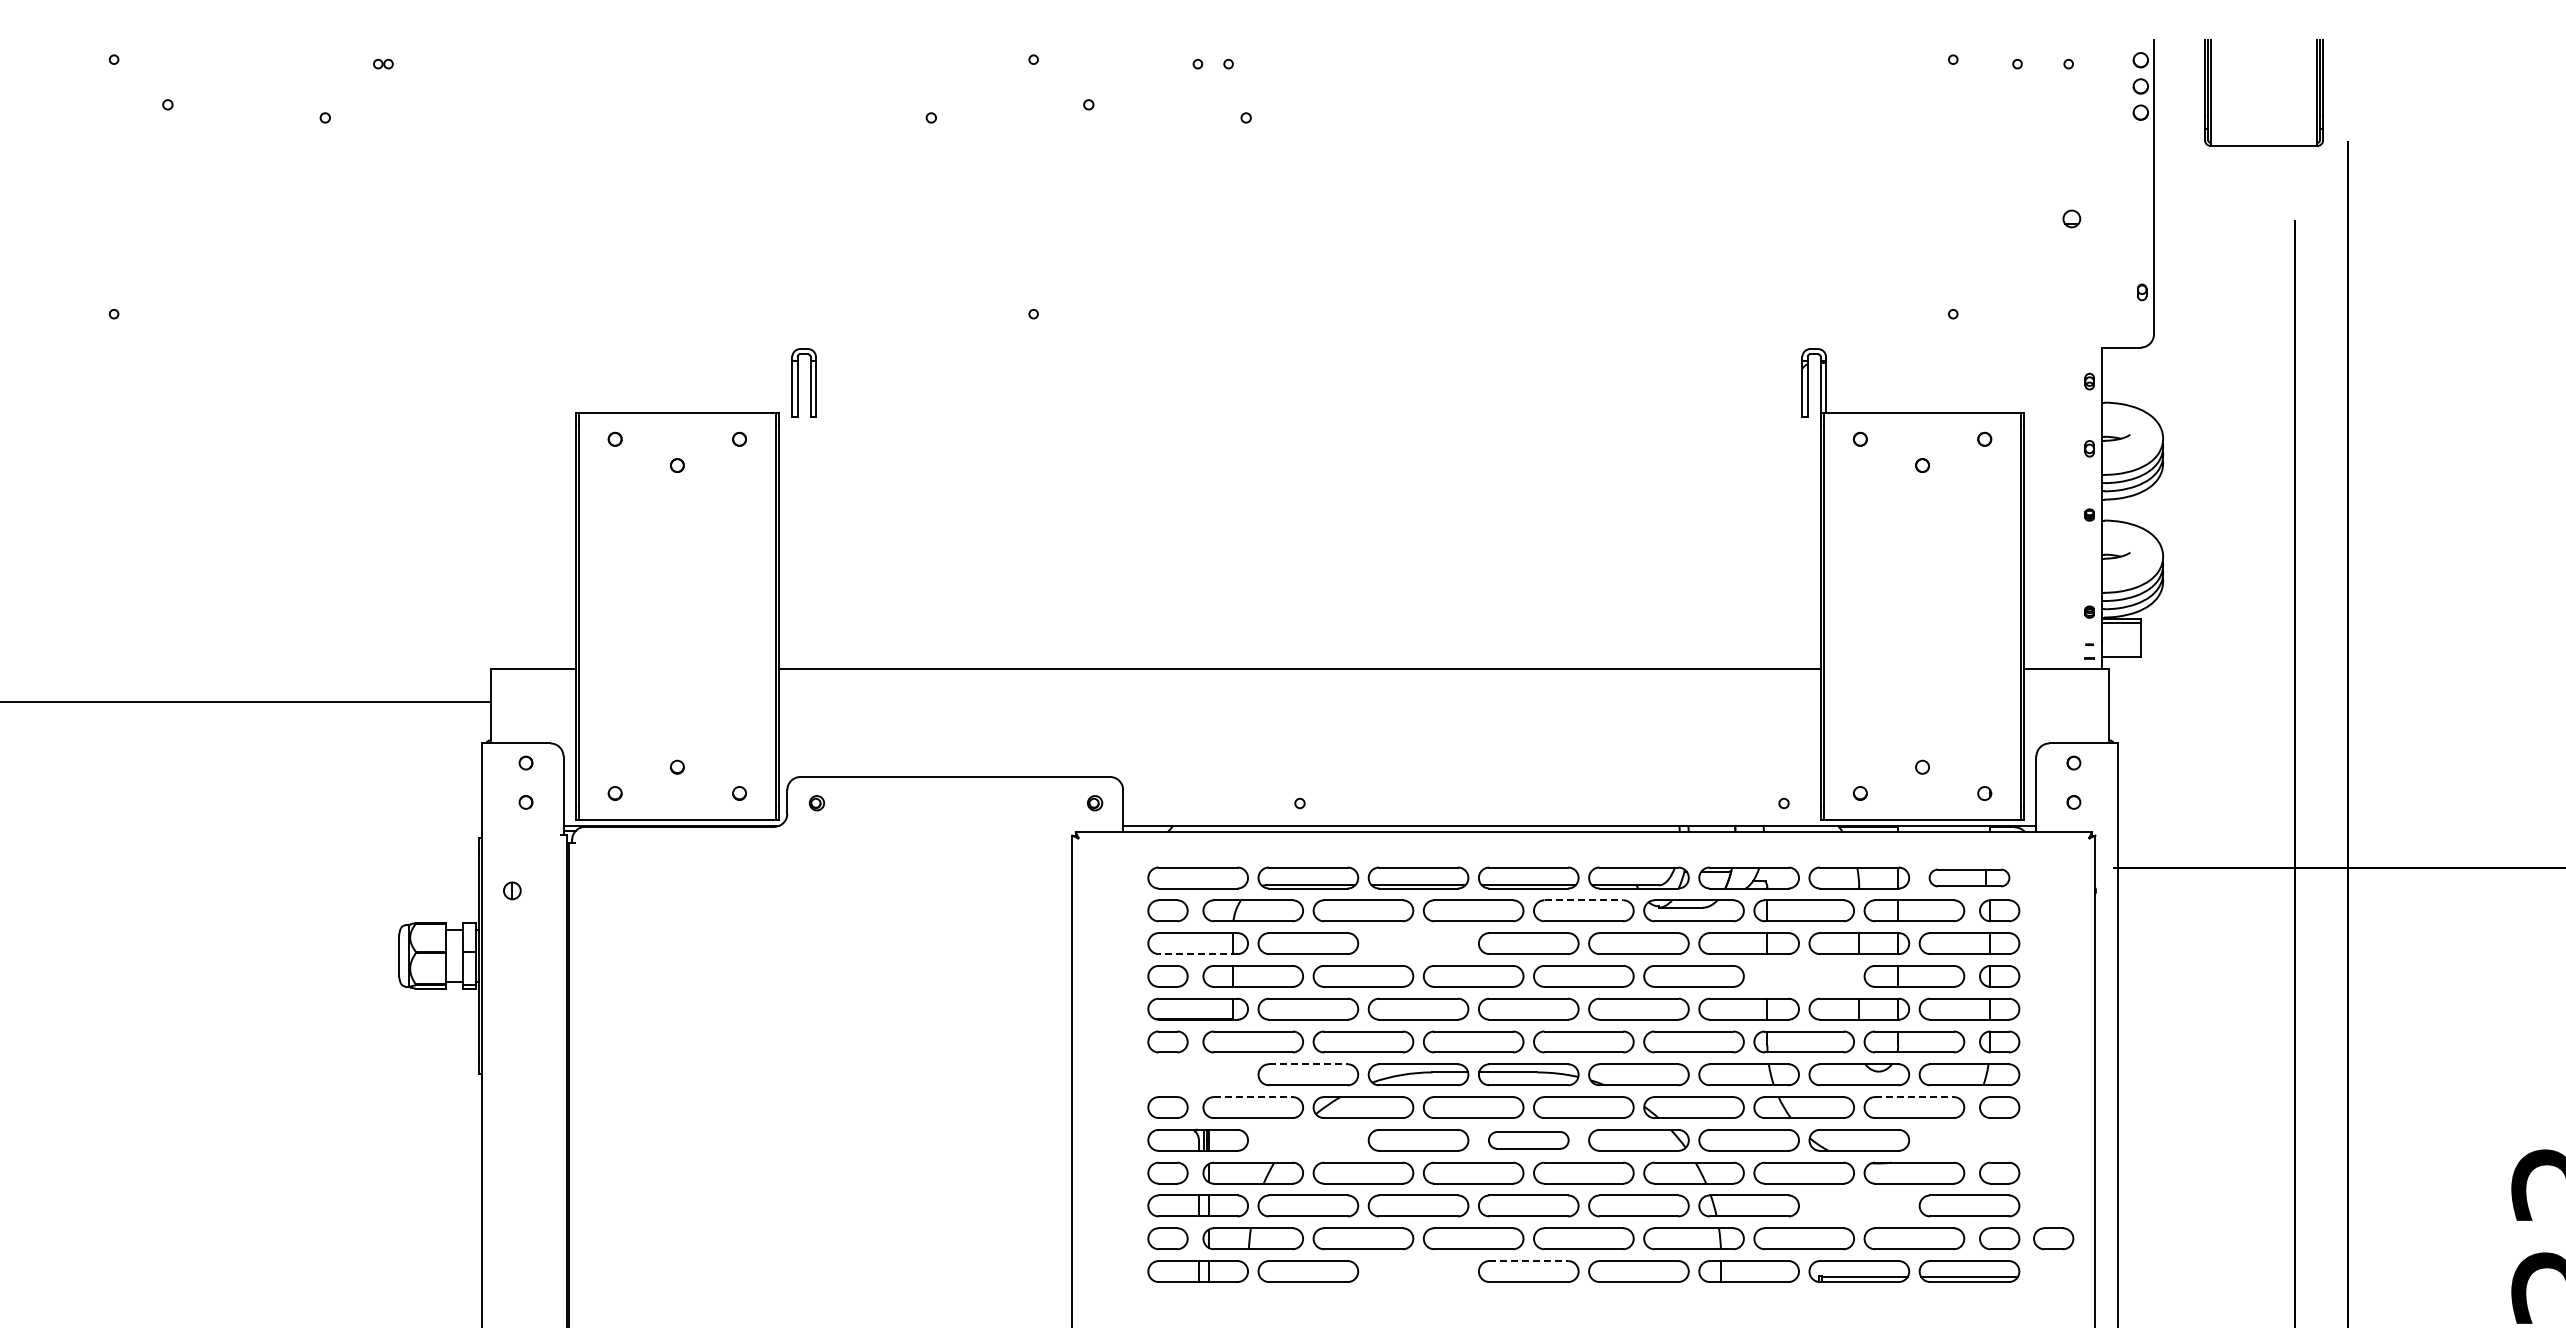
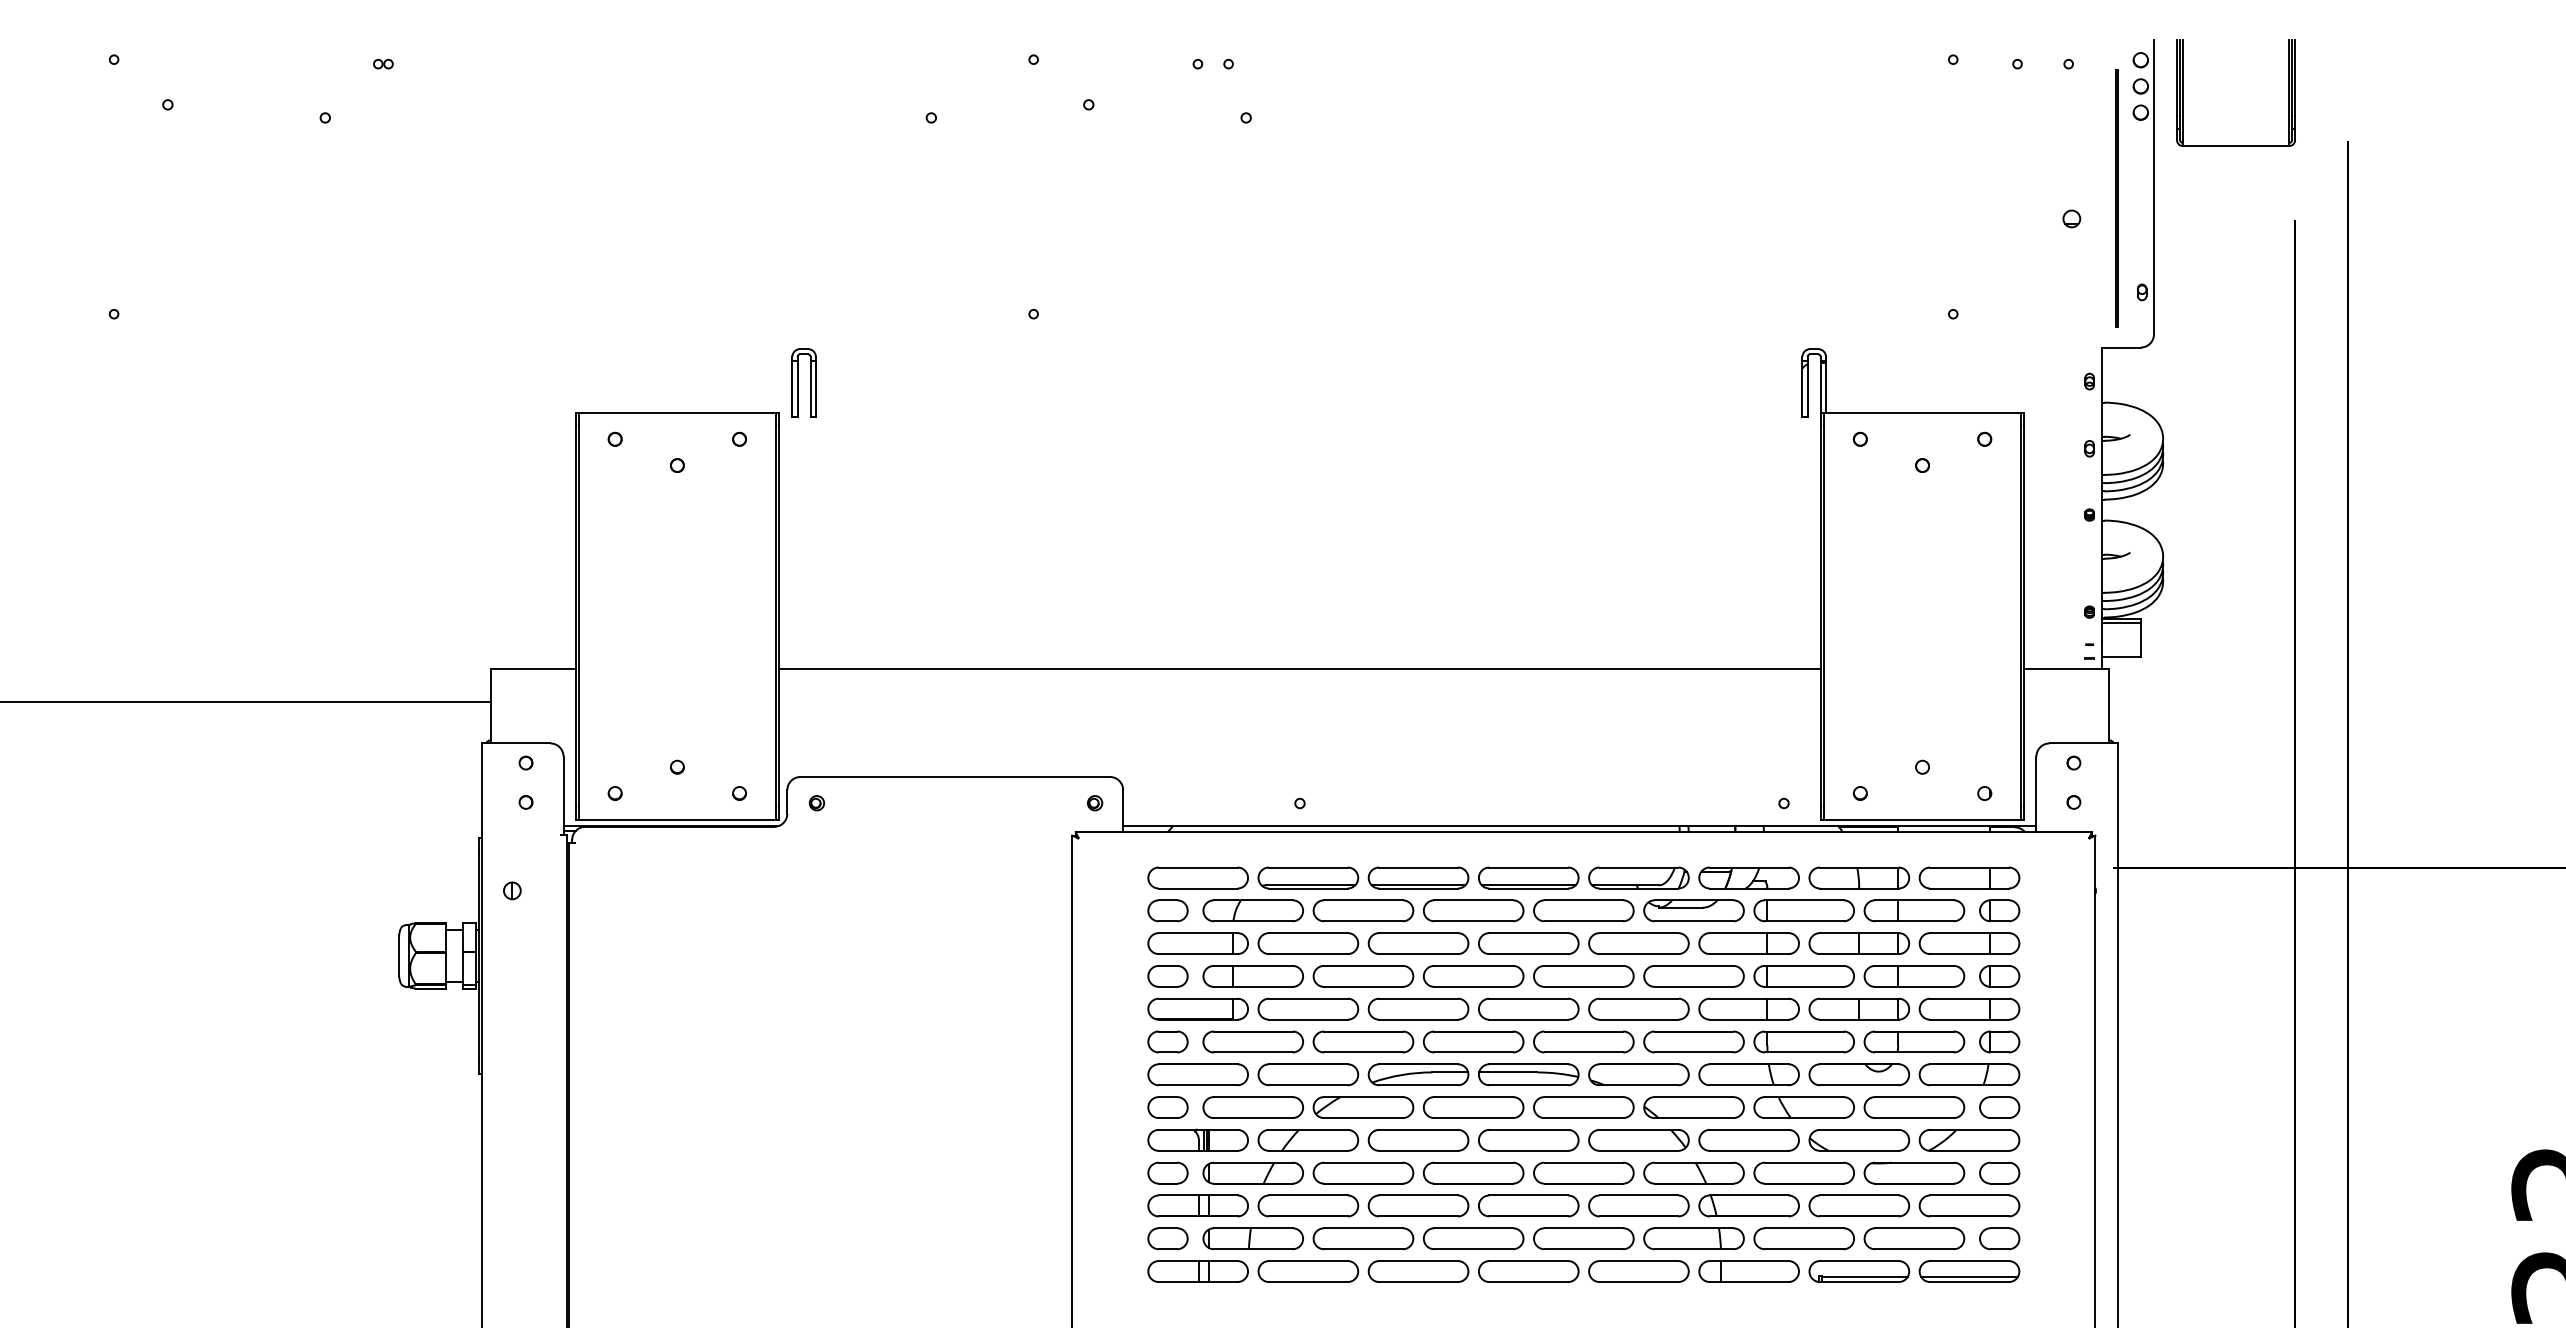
part at (2211, 92) position: (2211, 92) -> (2183, 92)
line at (2116, 198): none -> present
part at (1969, 877) size: 83x20 px -> 103x24 px
line at (1584, 900): dashed -> solid
part at (1418, 943): none -> present
line at (1197, 954): dashed -> solid
part at (1803, 976): none -> present
line at (1308, 1064): dashed -> solid
part at (1197, 1074): none -> present
line at (1253, 1097): dashed -> solid
line at (1914, 1097): dashed -> solid
part at (1308, 1140): none -> present
part at (1528, 1140) size: 82x19 px -> 102x23 px
part at (1969, 1140): none -> present
part at (1859, 1205): none -> present
part at (2053, 1238): present -> none
line at (1529, 1261): dashed -> solid
part at (1418, 1271): none -> present
